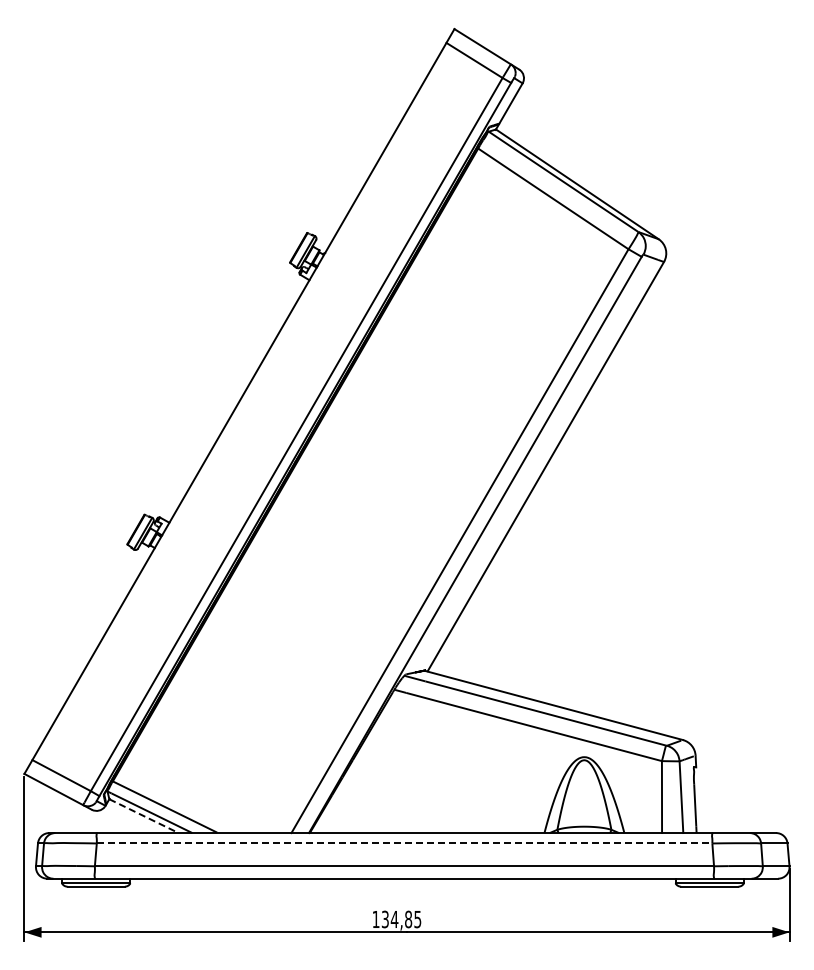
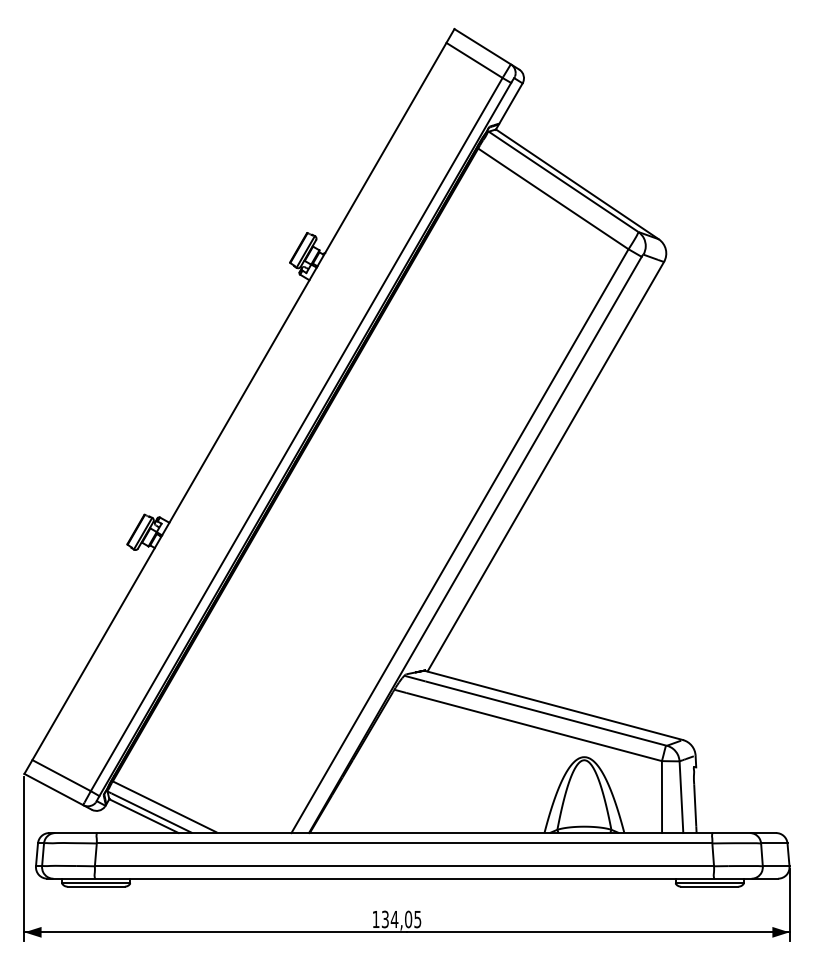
line at (143, 816): dashed -> solid
line at (404, 843): dashed -> solid
text at (408, 919): 134,85 -> 134,05
